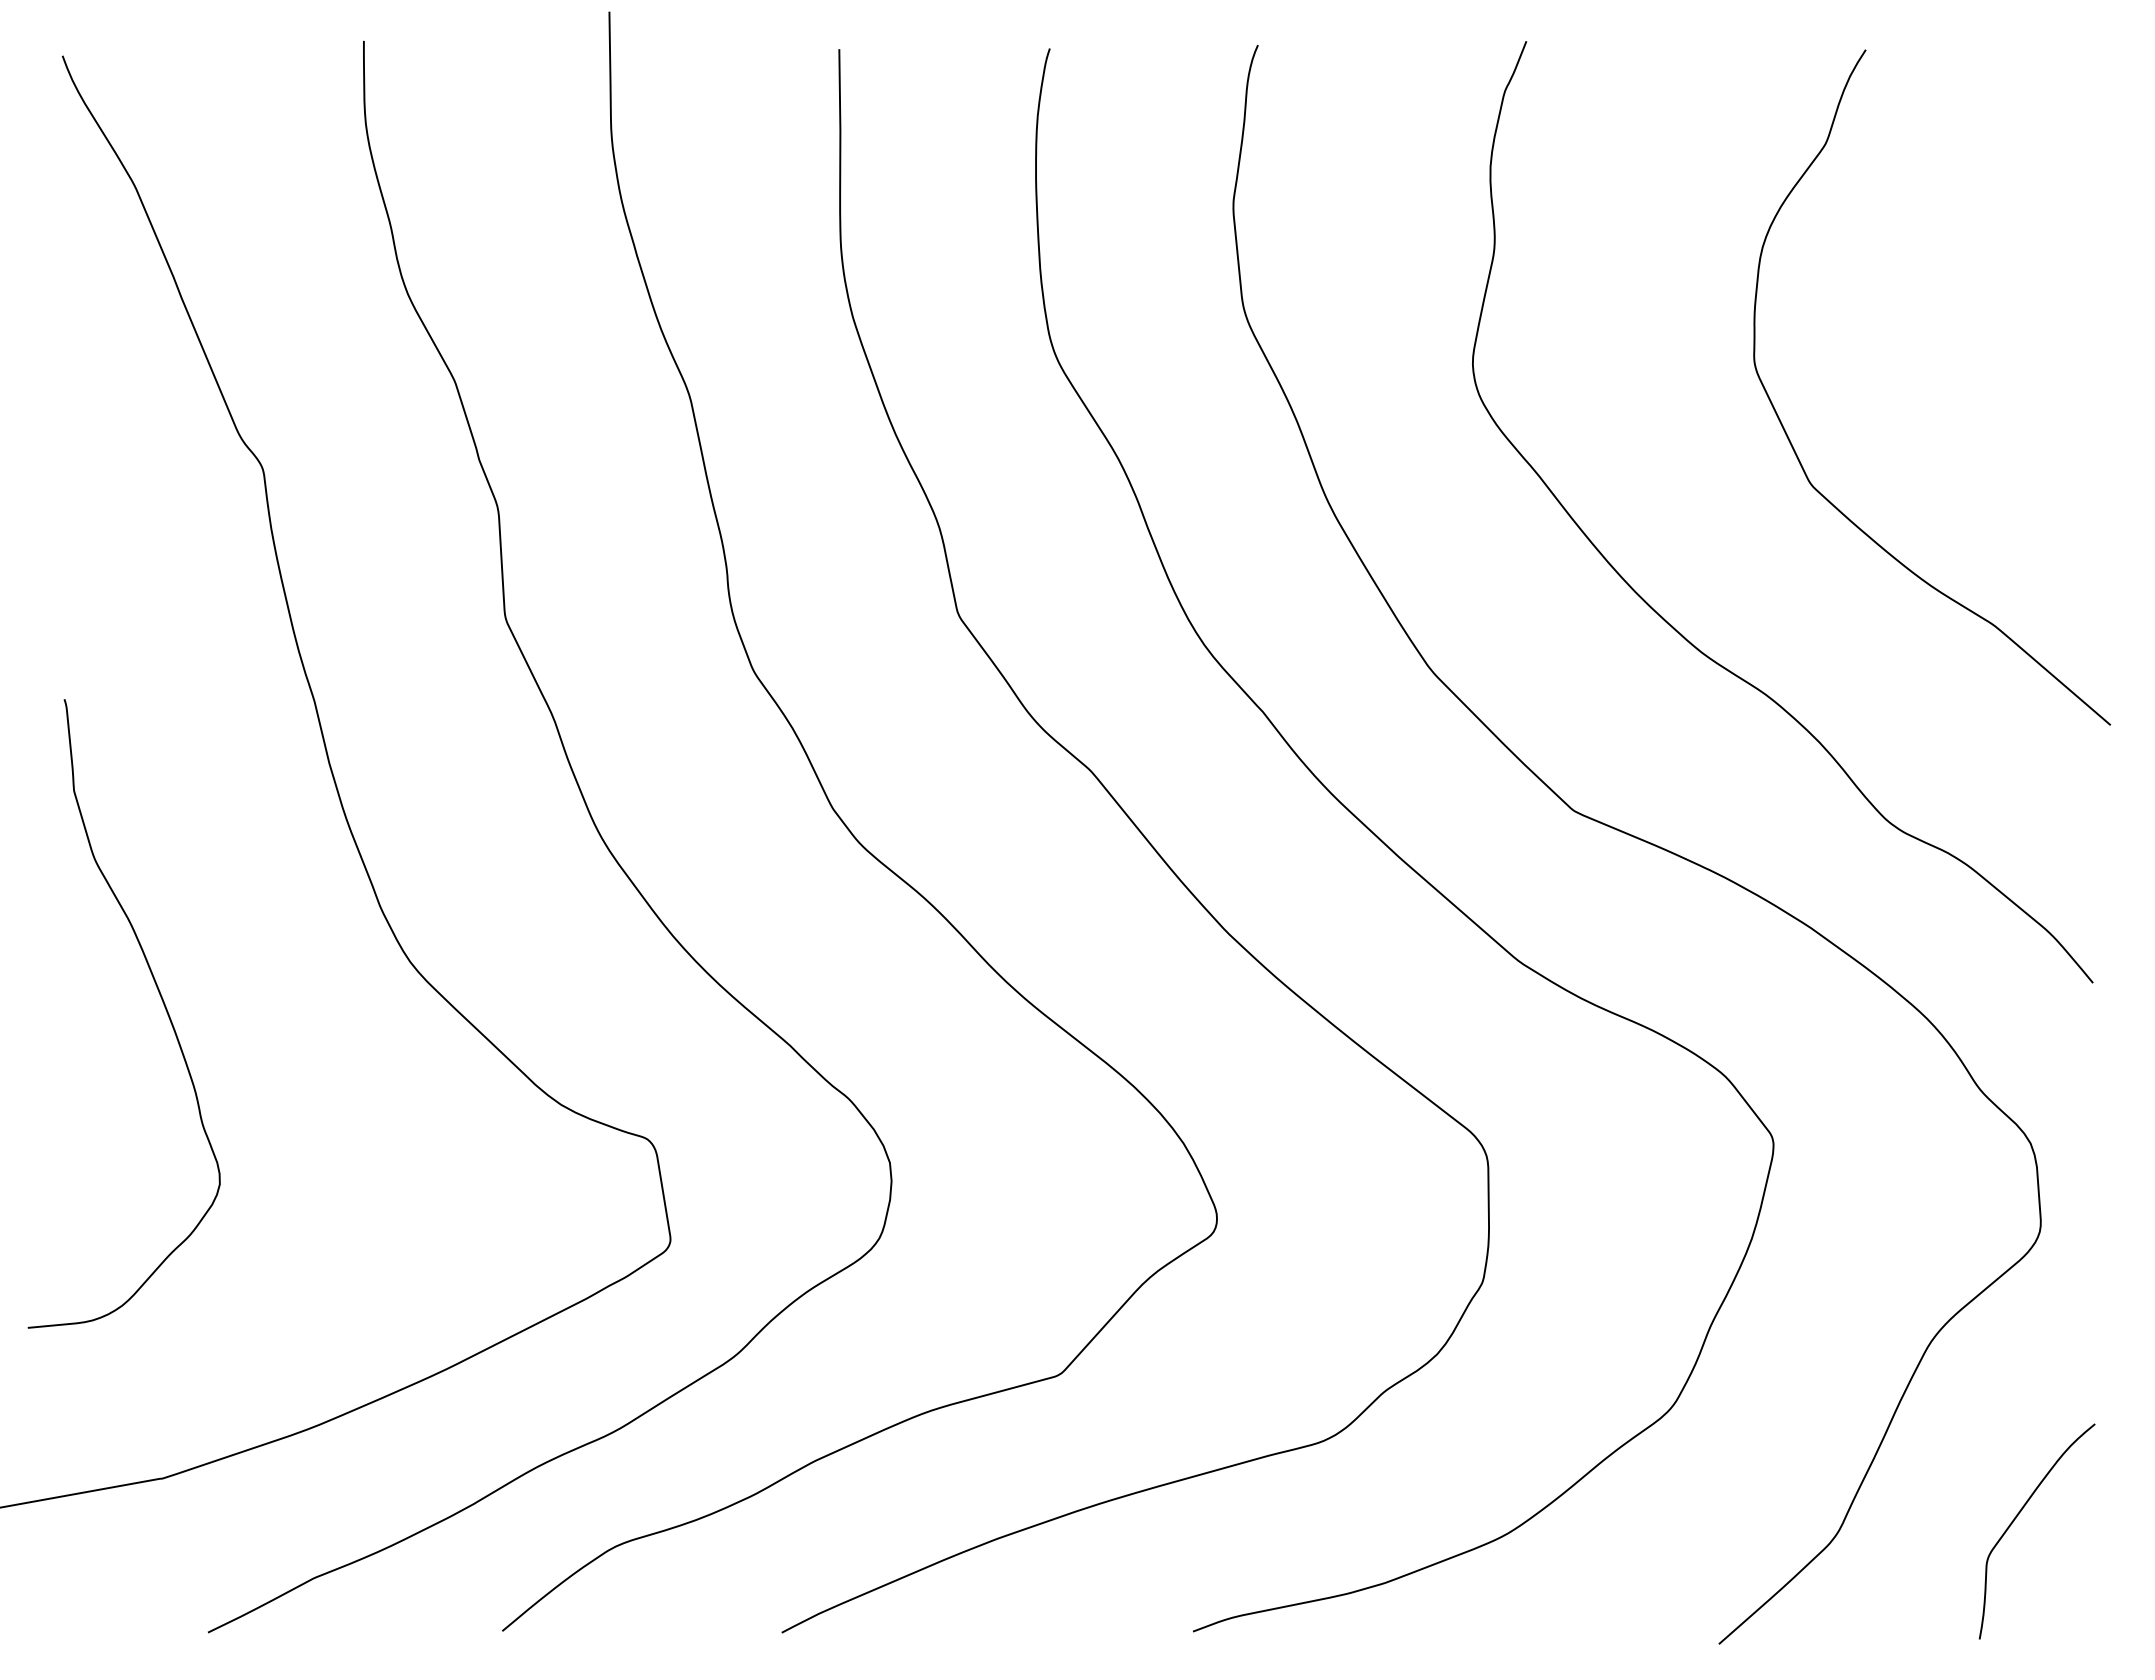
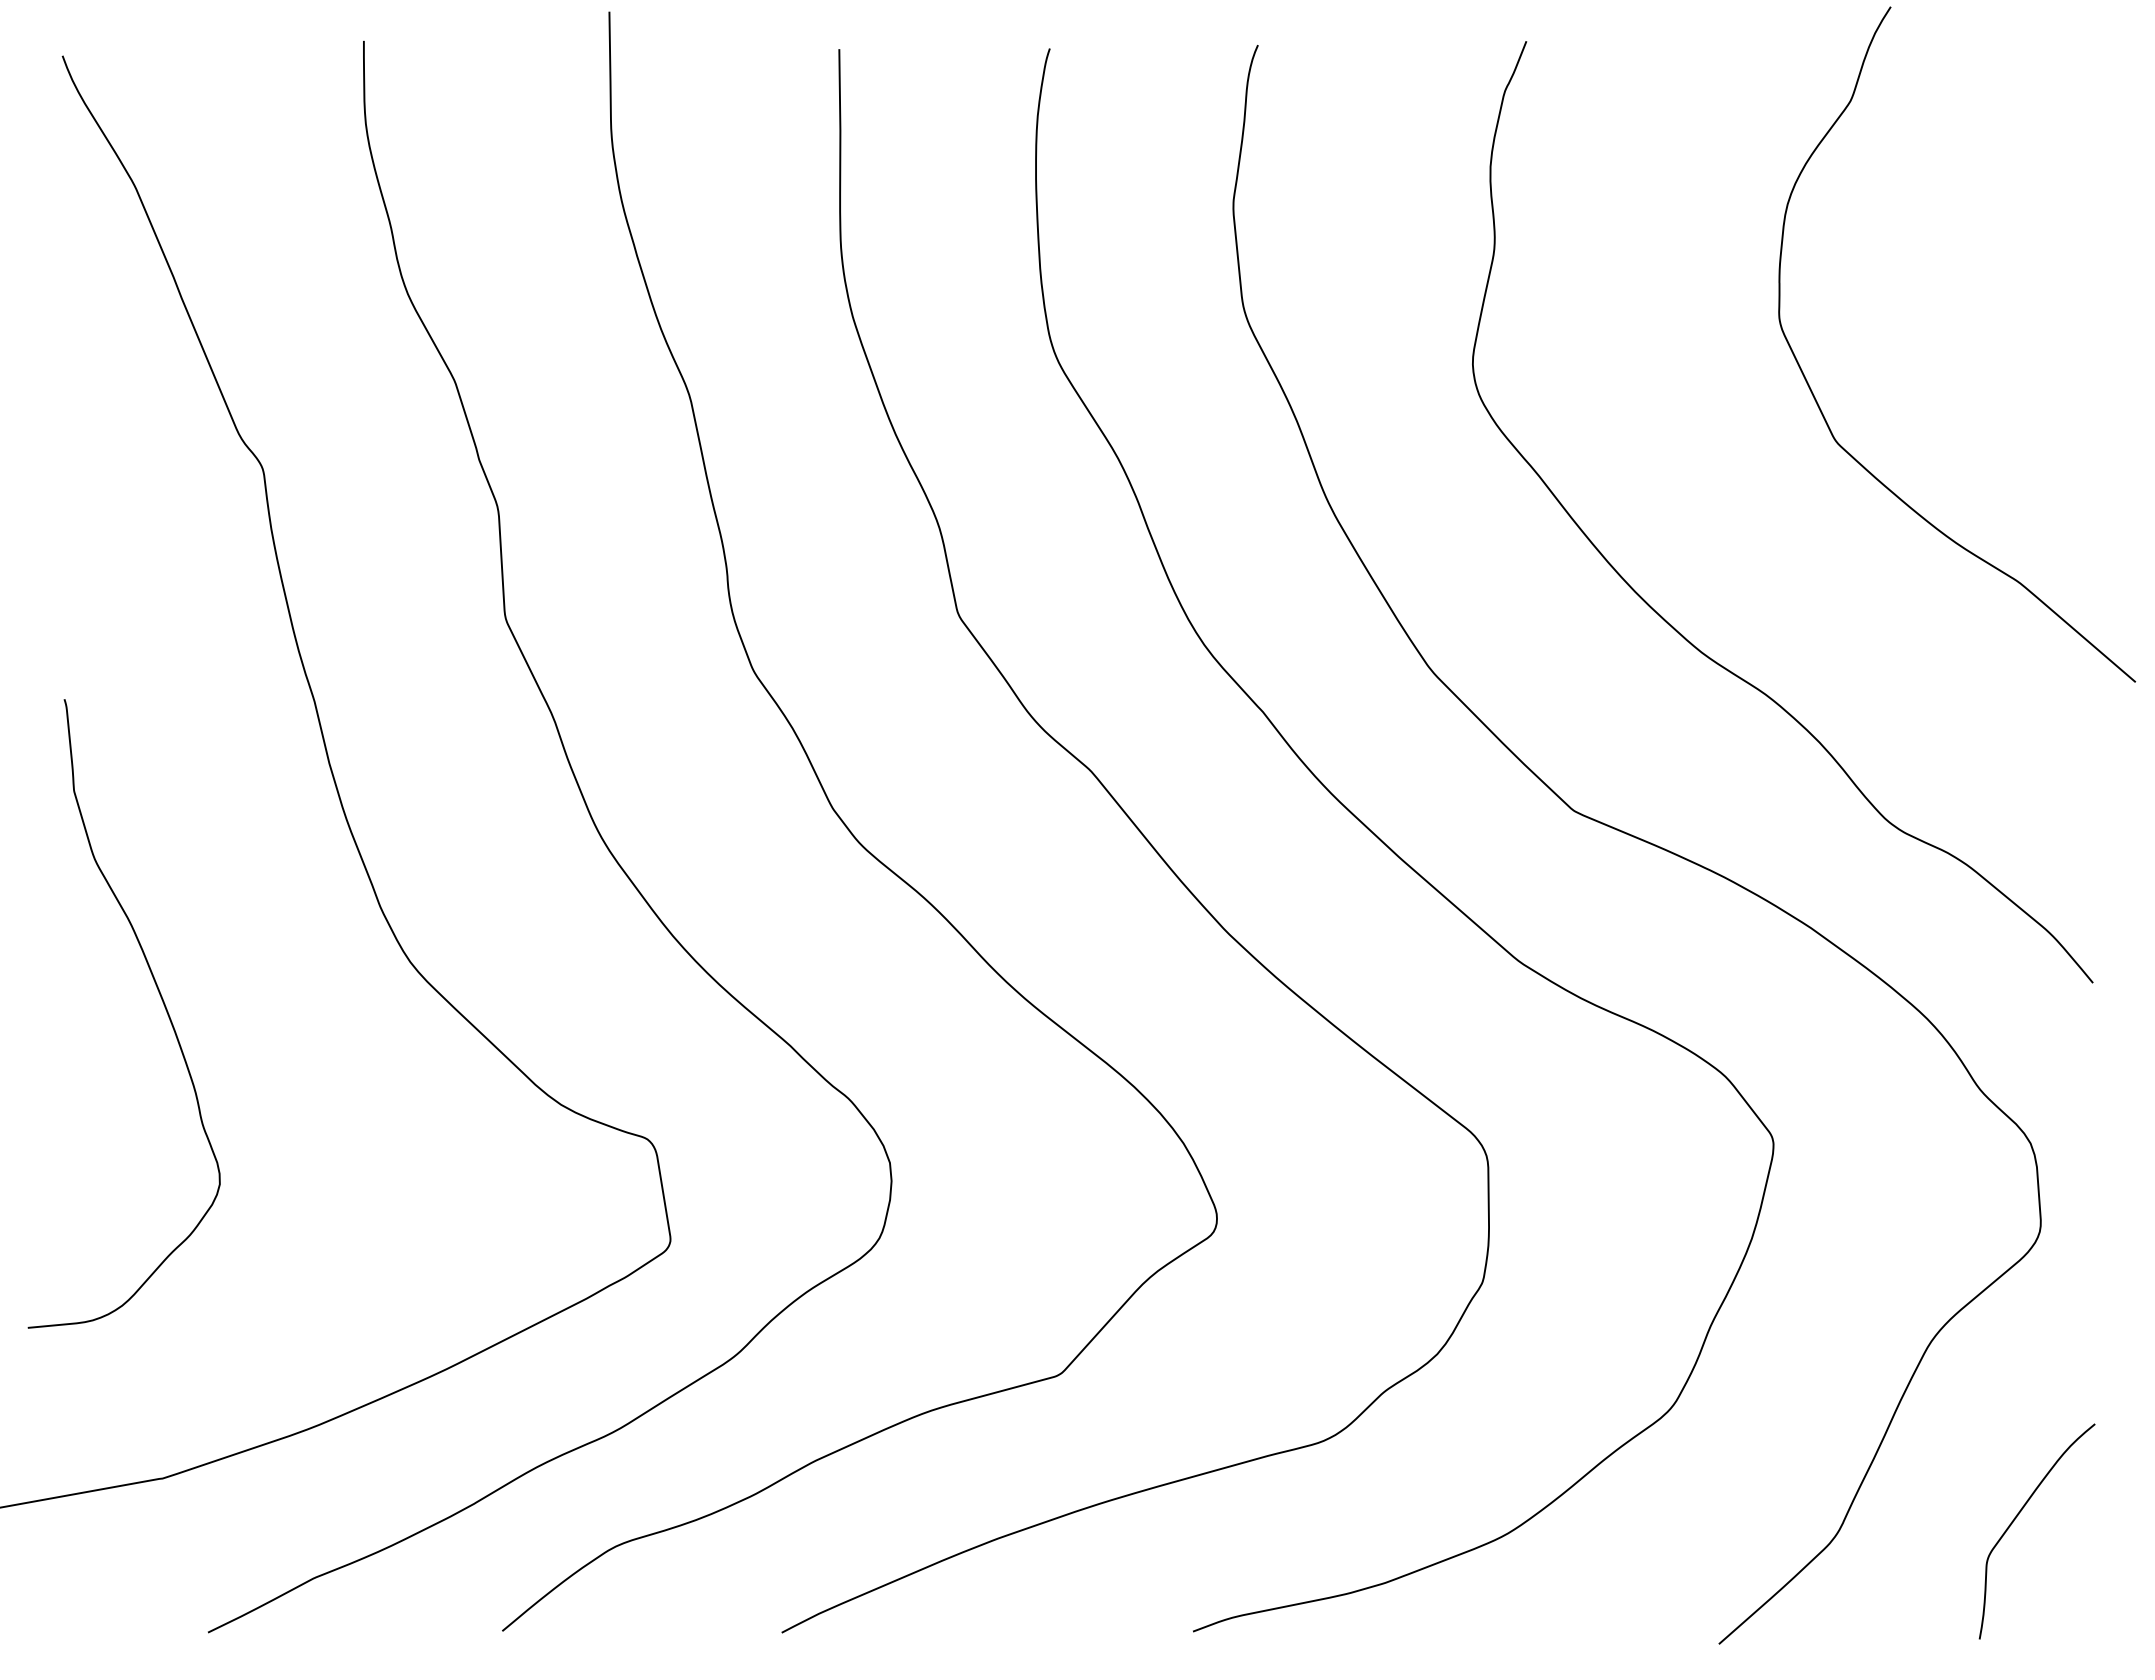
curve at (1797, 454) position: (1797, 454) -> (1822, 411)
